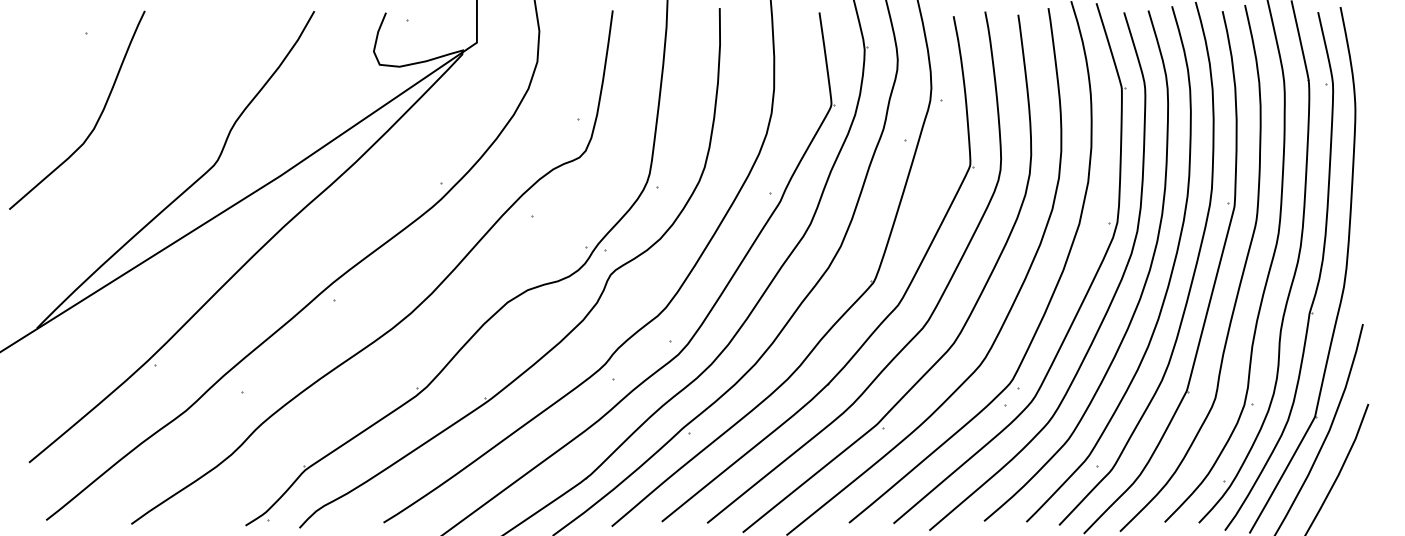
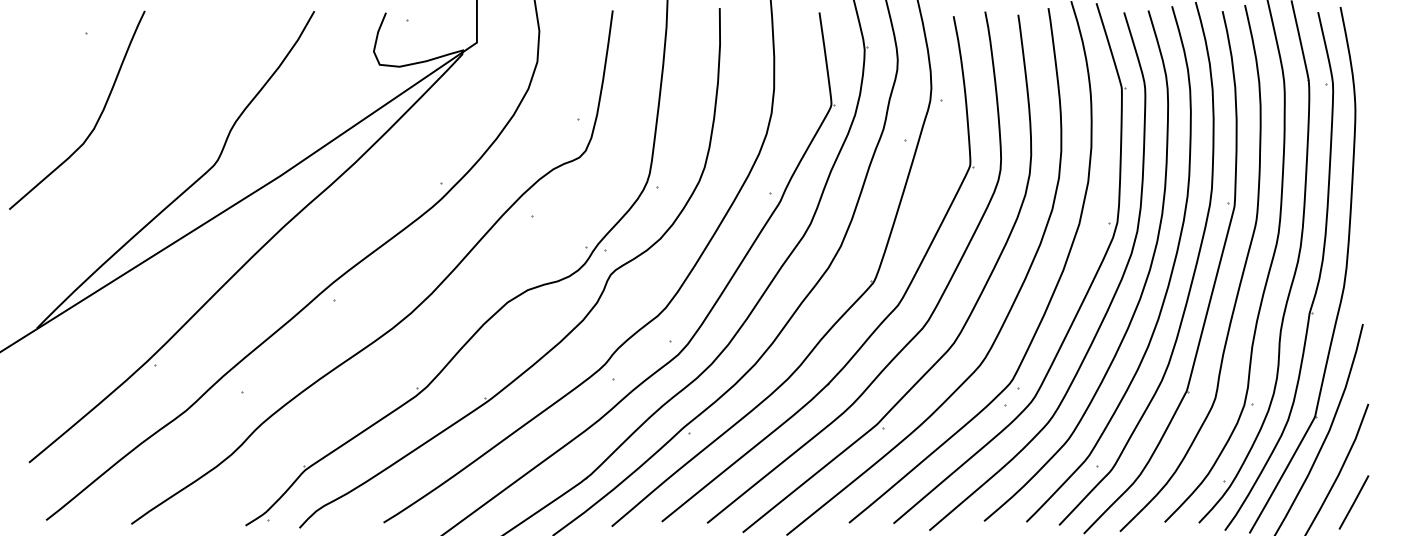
line at (1353, 502): none -> present
